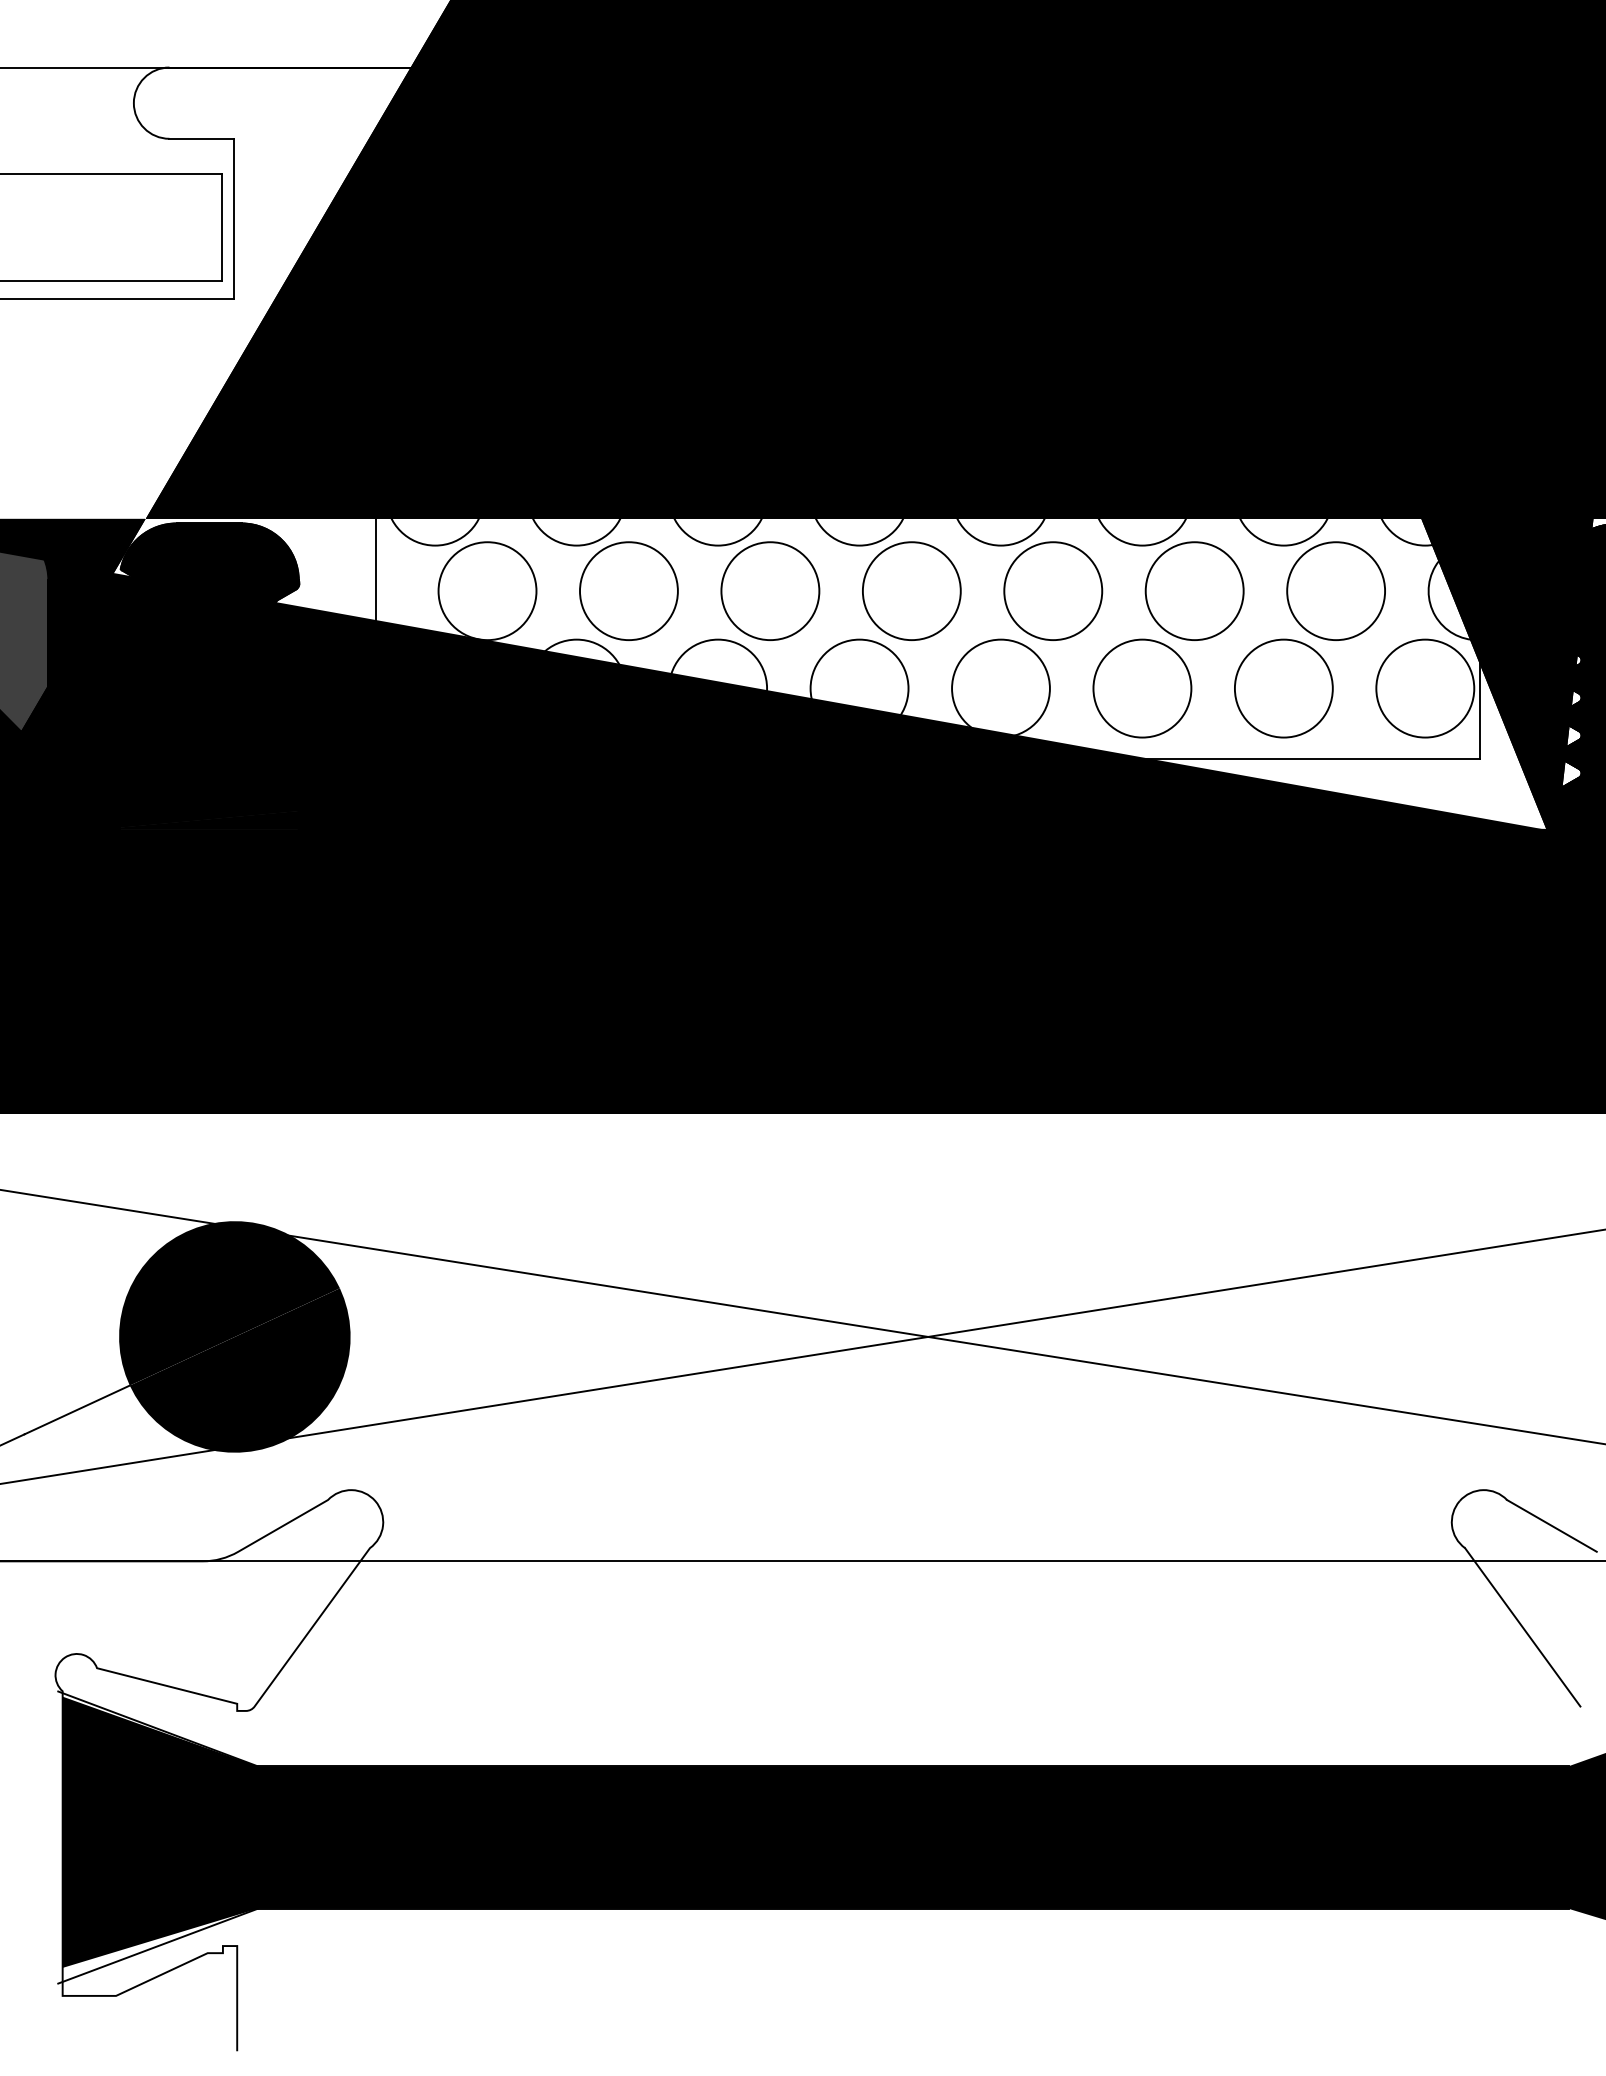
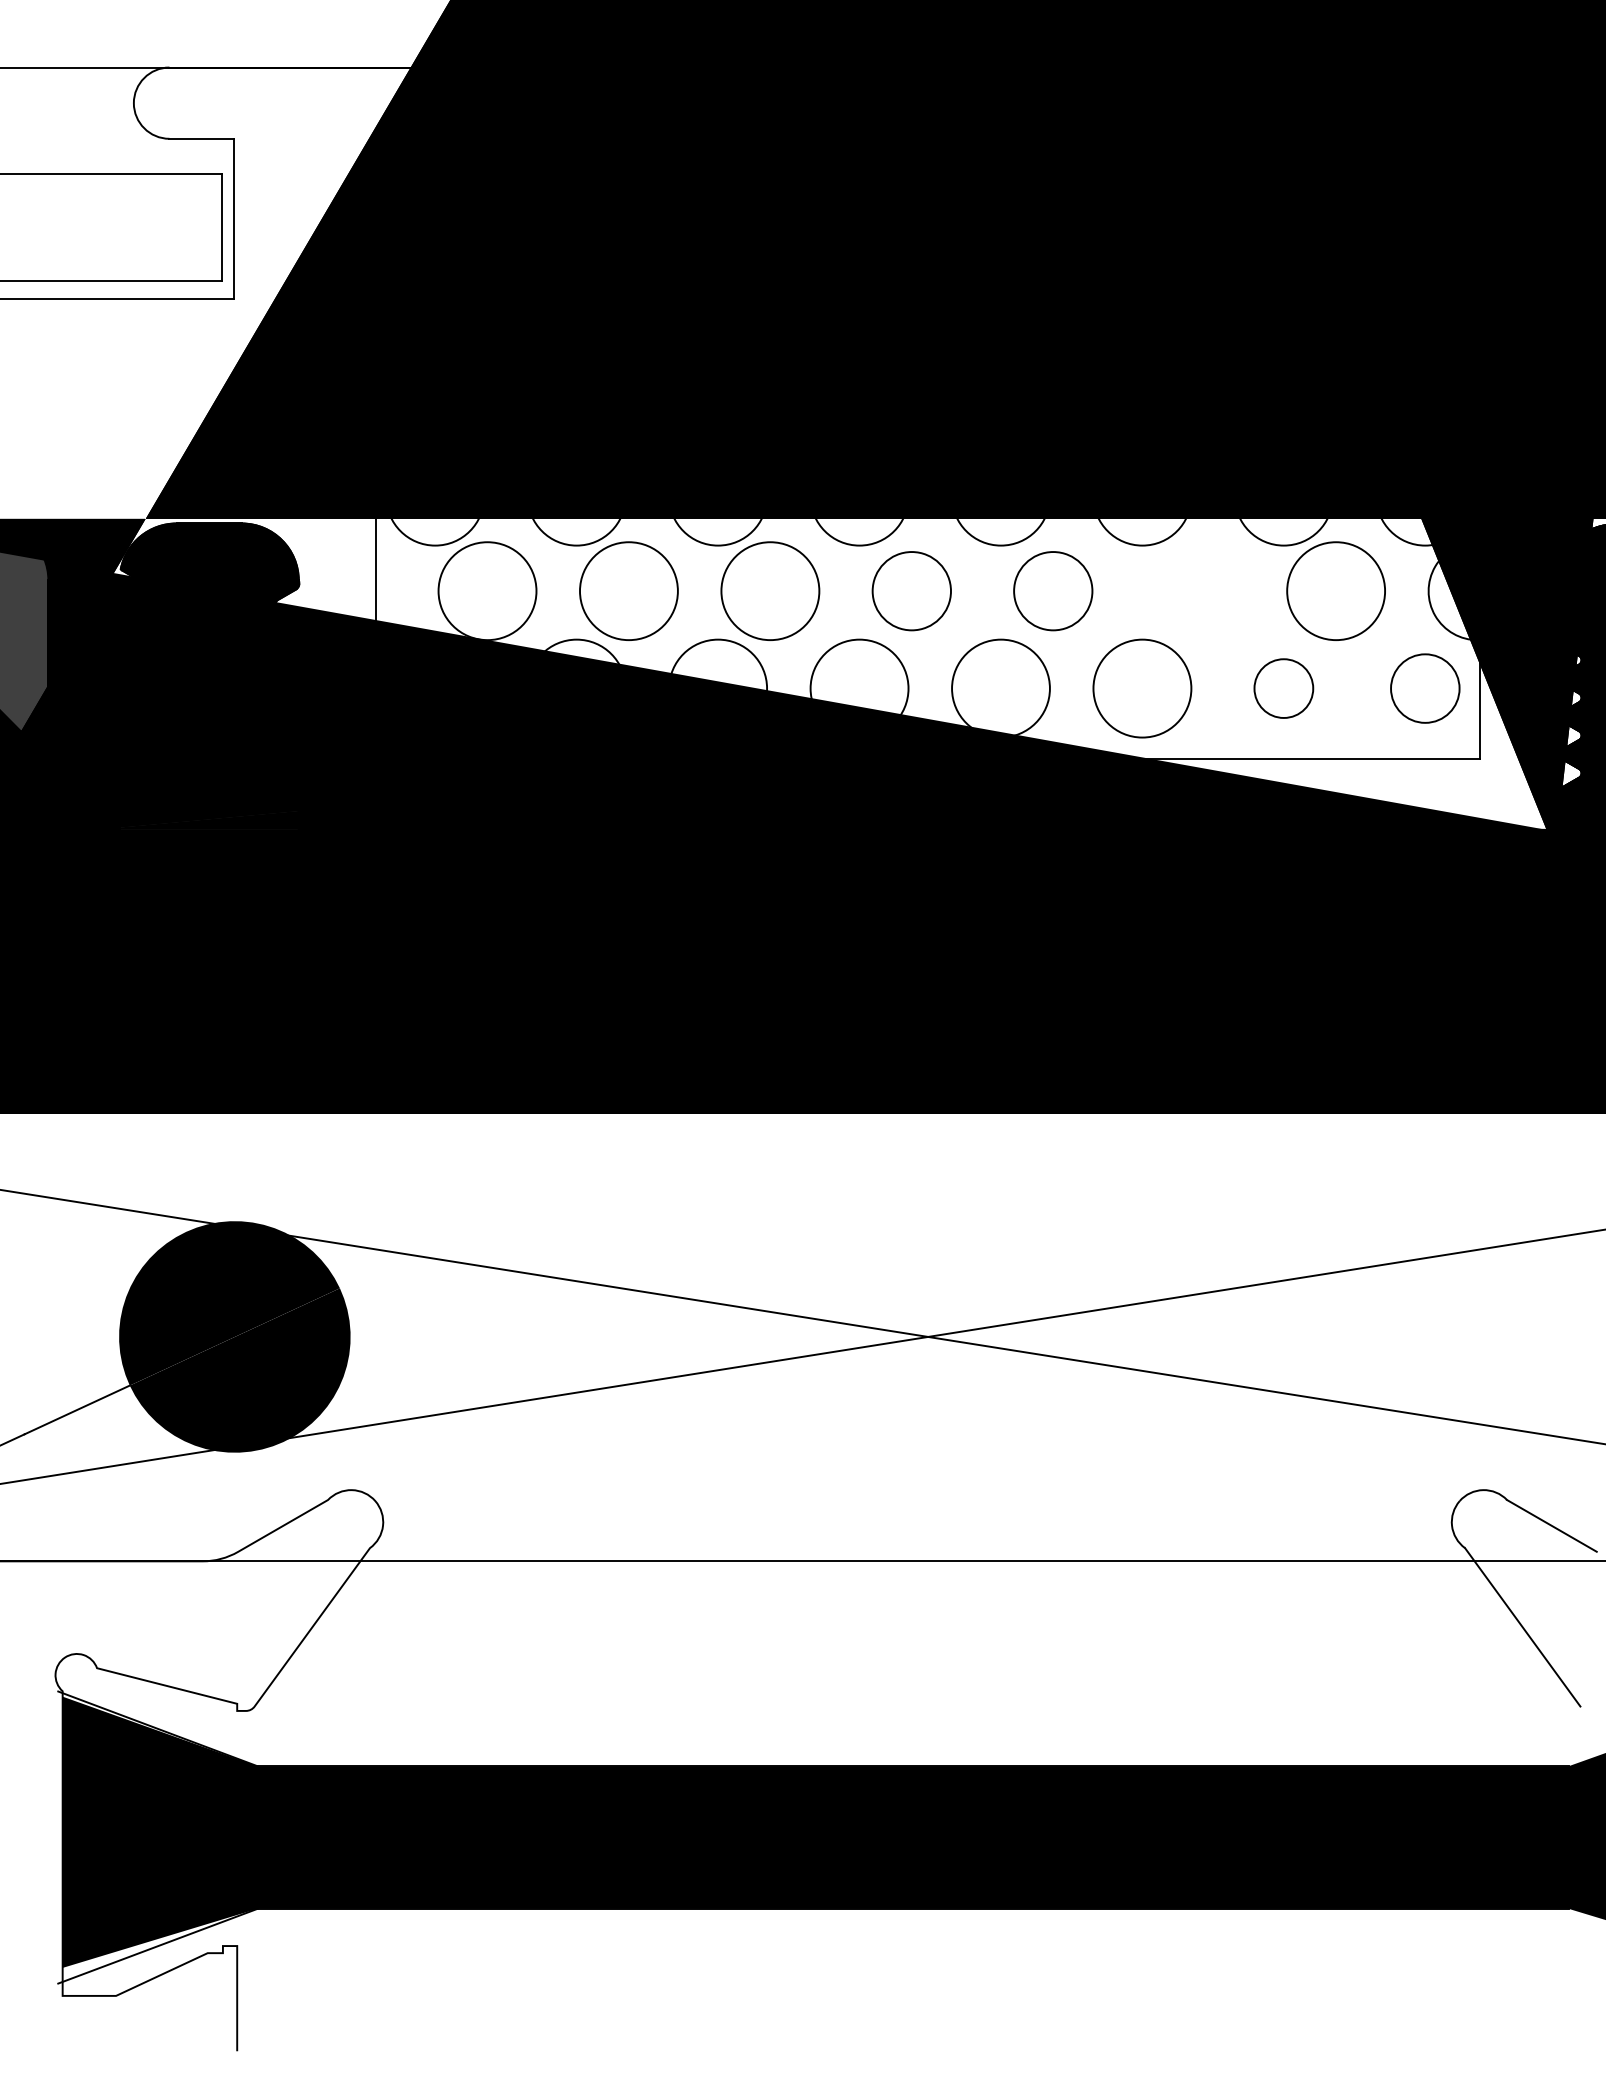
circle at (1194, 590): present -> none
circle at (911, 591) diameter: 98 px -> 78 px
circle at (1053, 591) diameter: 98 px -> 78 px
circle at (1283, 688) diameter: 98 px -> 59 px
circle at (1425, 688) diameter: 98 px -> 69 px
